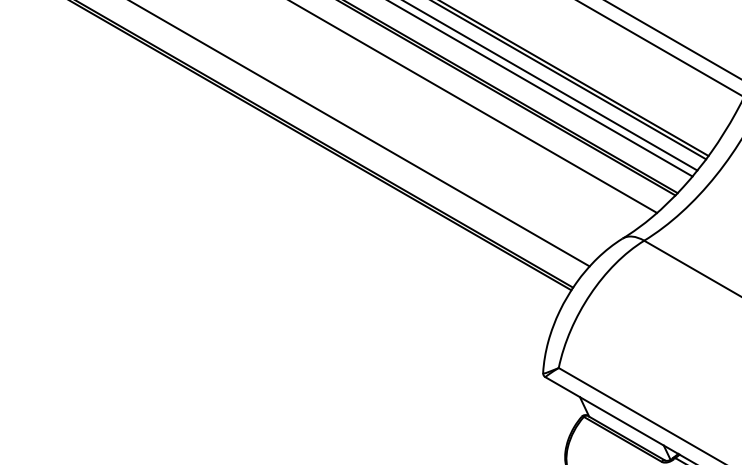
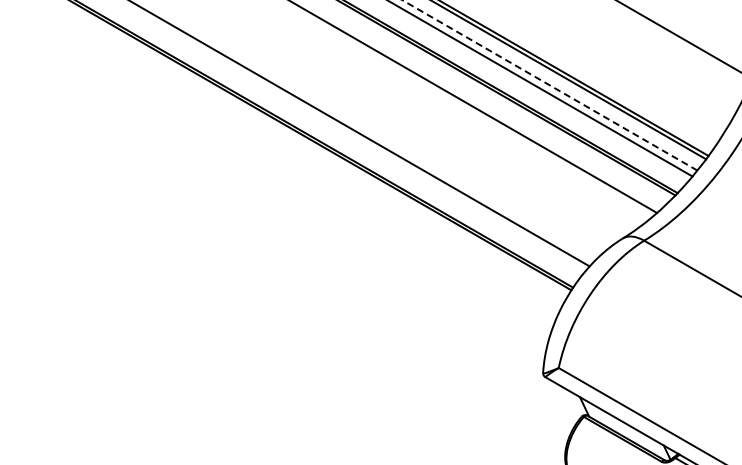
line at (673, 39) position: (673, 39) -> (678, 36)
line at (658, 48): present -> none
line at (550, 85): solid -> dashed
